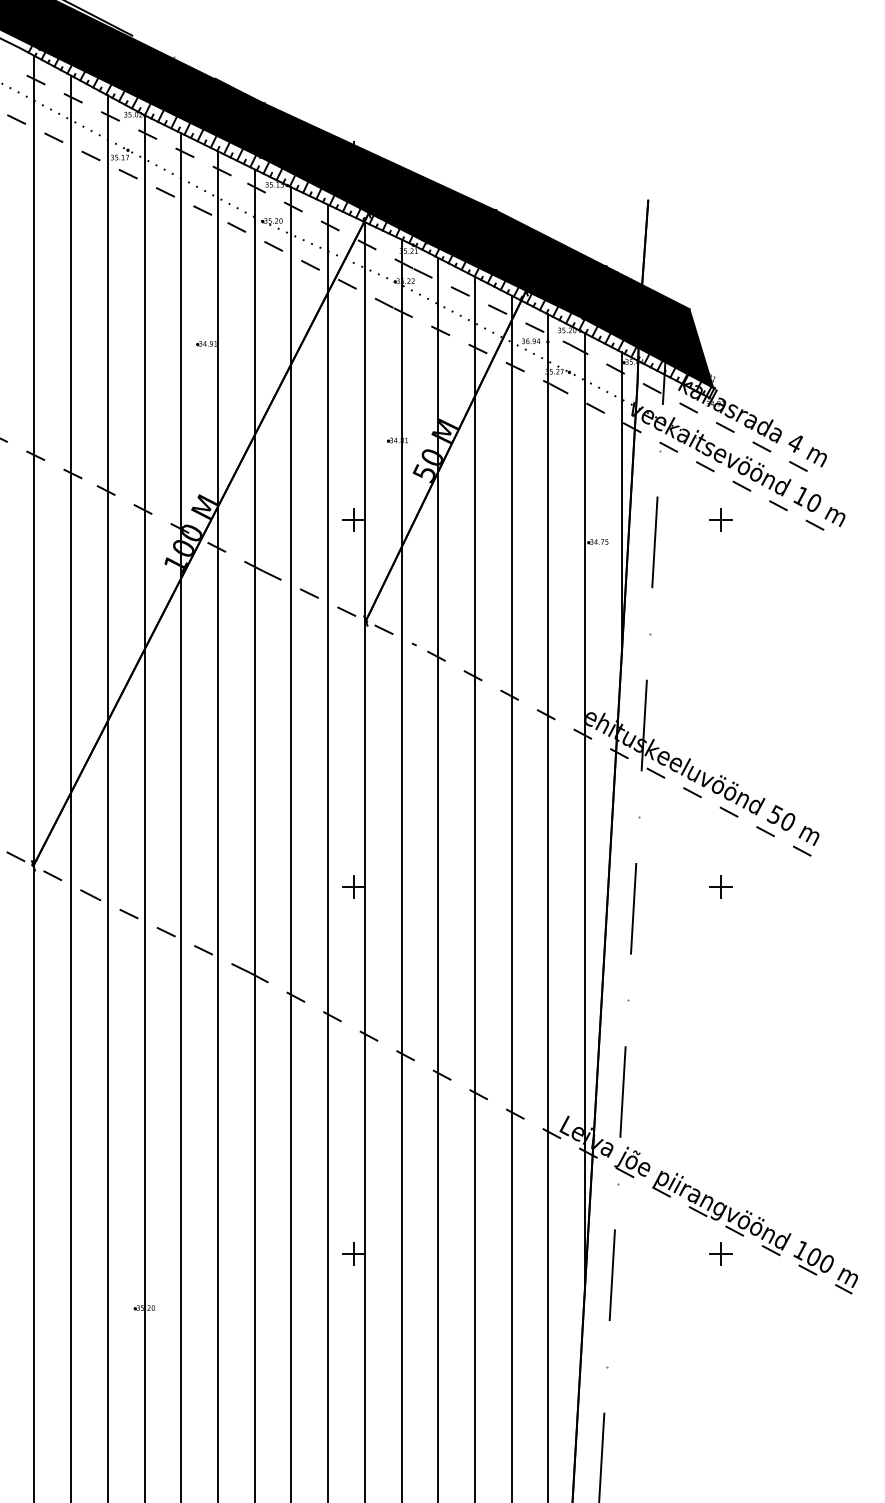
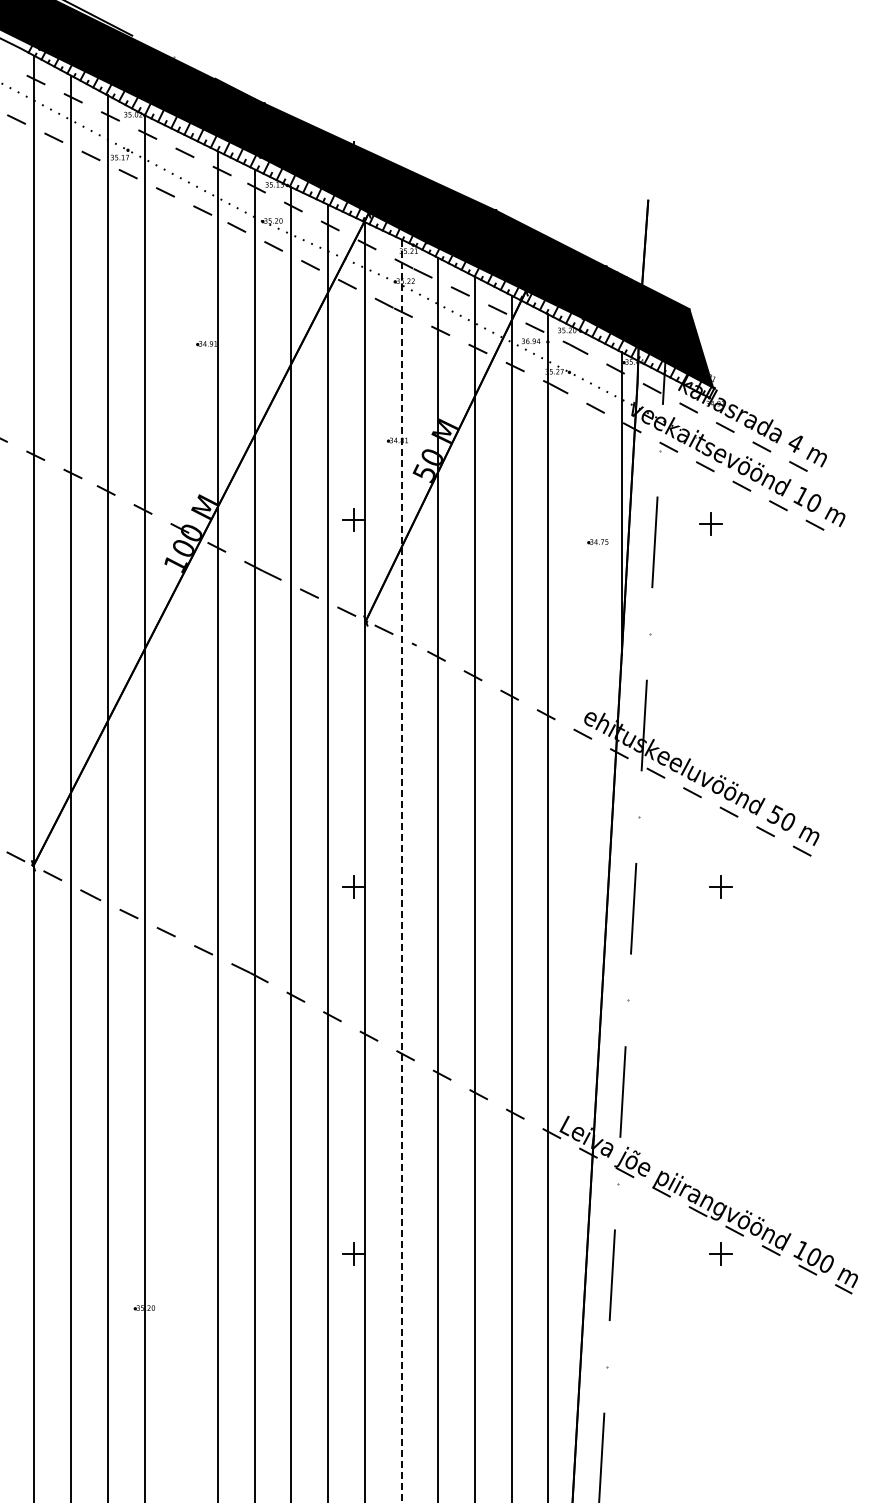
part at (720, 519) position: (720, 519) -> (710, 523)
line at (585, 809): present -> none
line at (181, 816): present -> none
line at (401, 871): solid -> dashed
